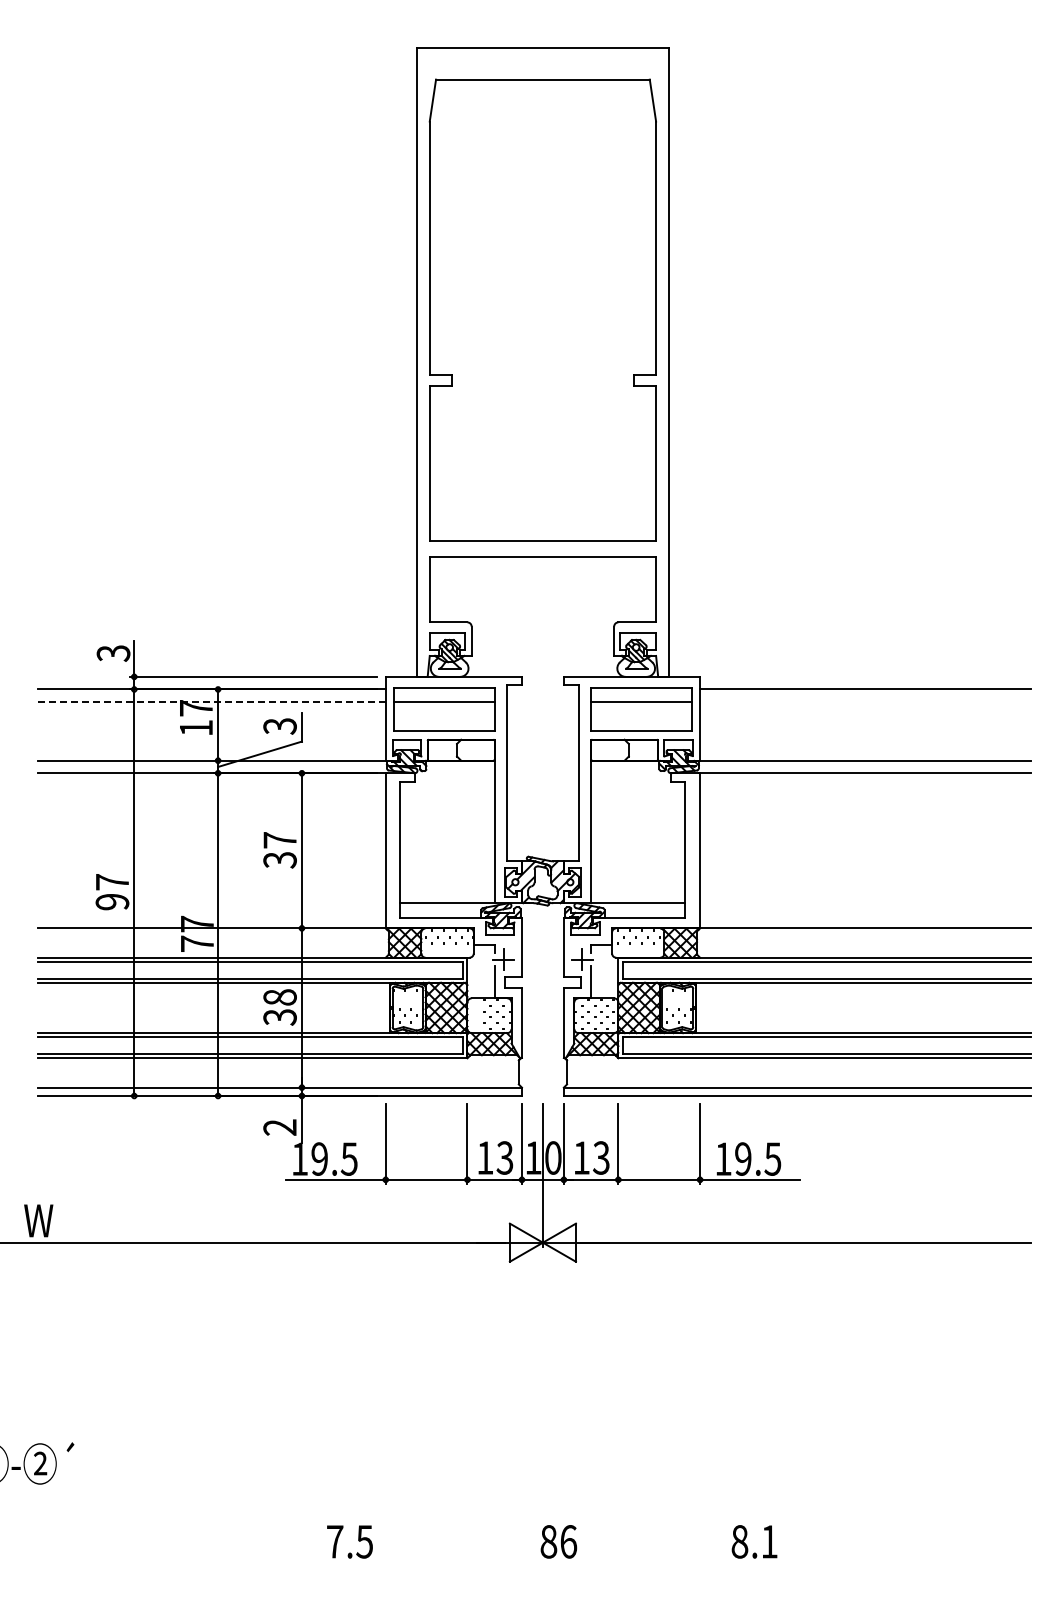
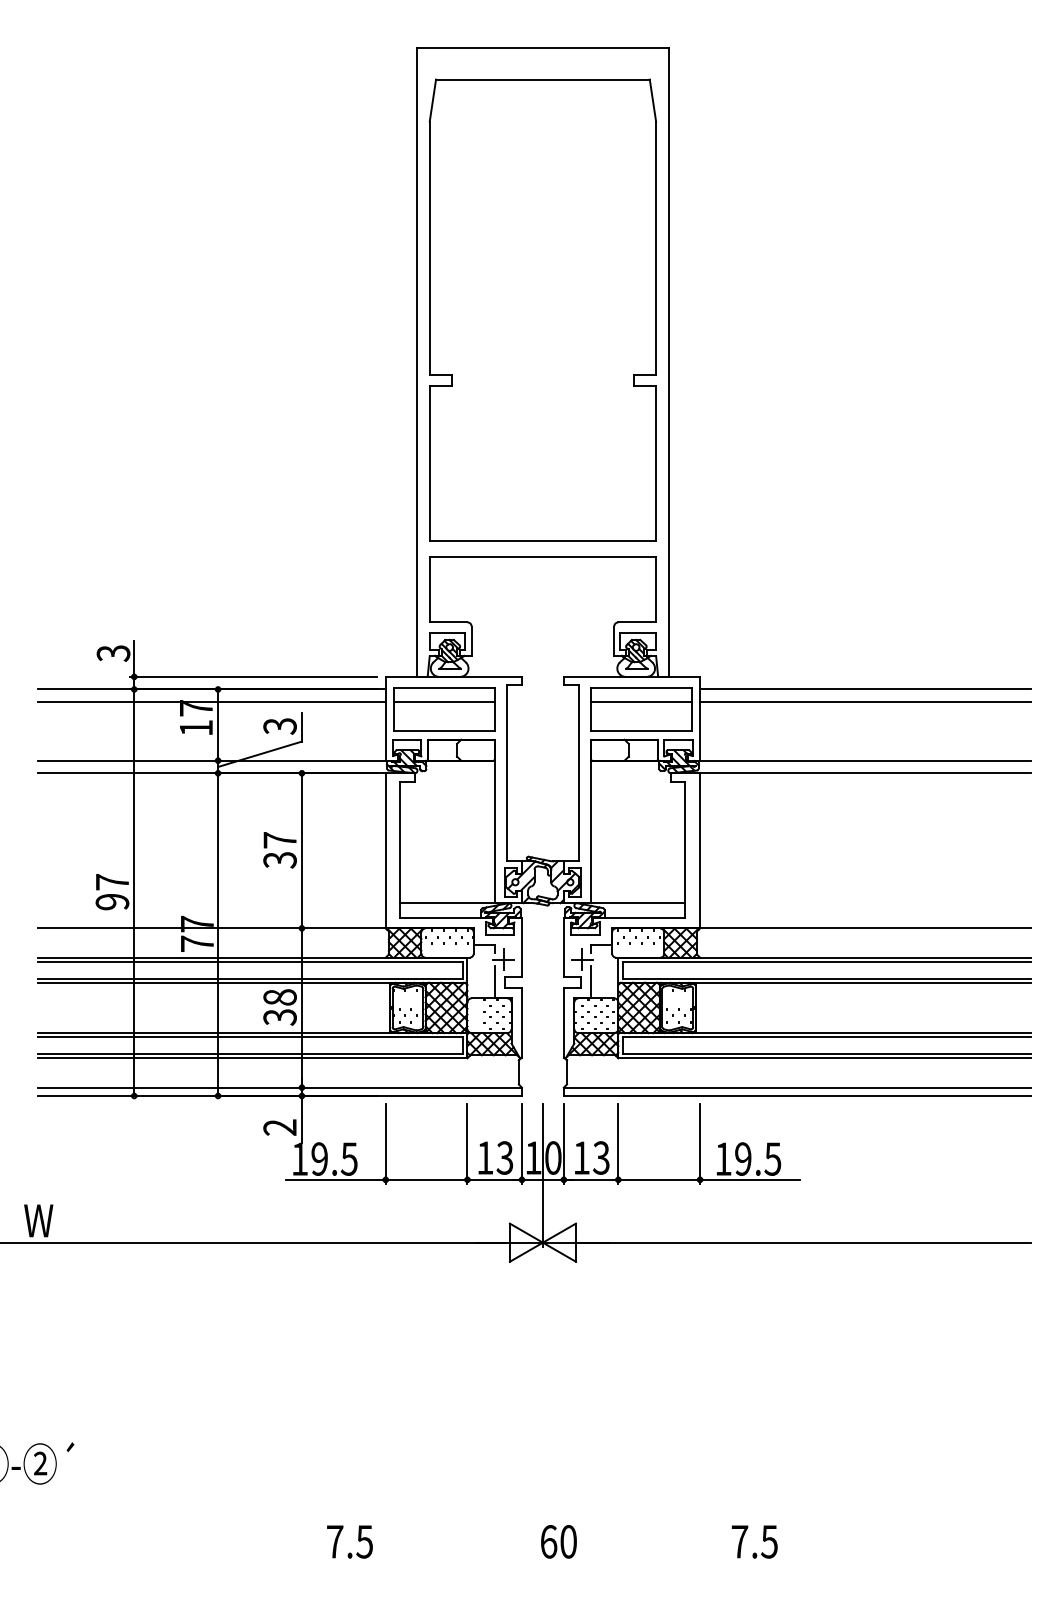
line at (211, 702): dashed -> solid
line at (865, 702): none -> present
text at (558, 1541): 86 -> 60
text at (754, 1541): 8.1 -> 7.5
